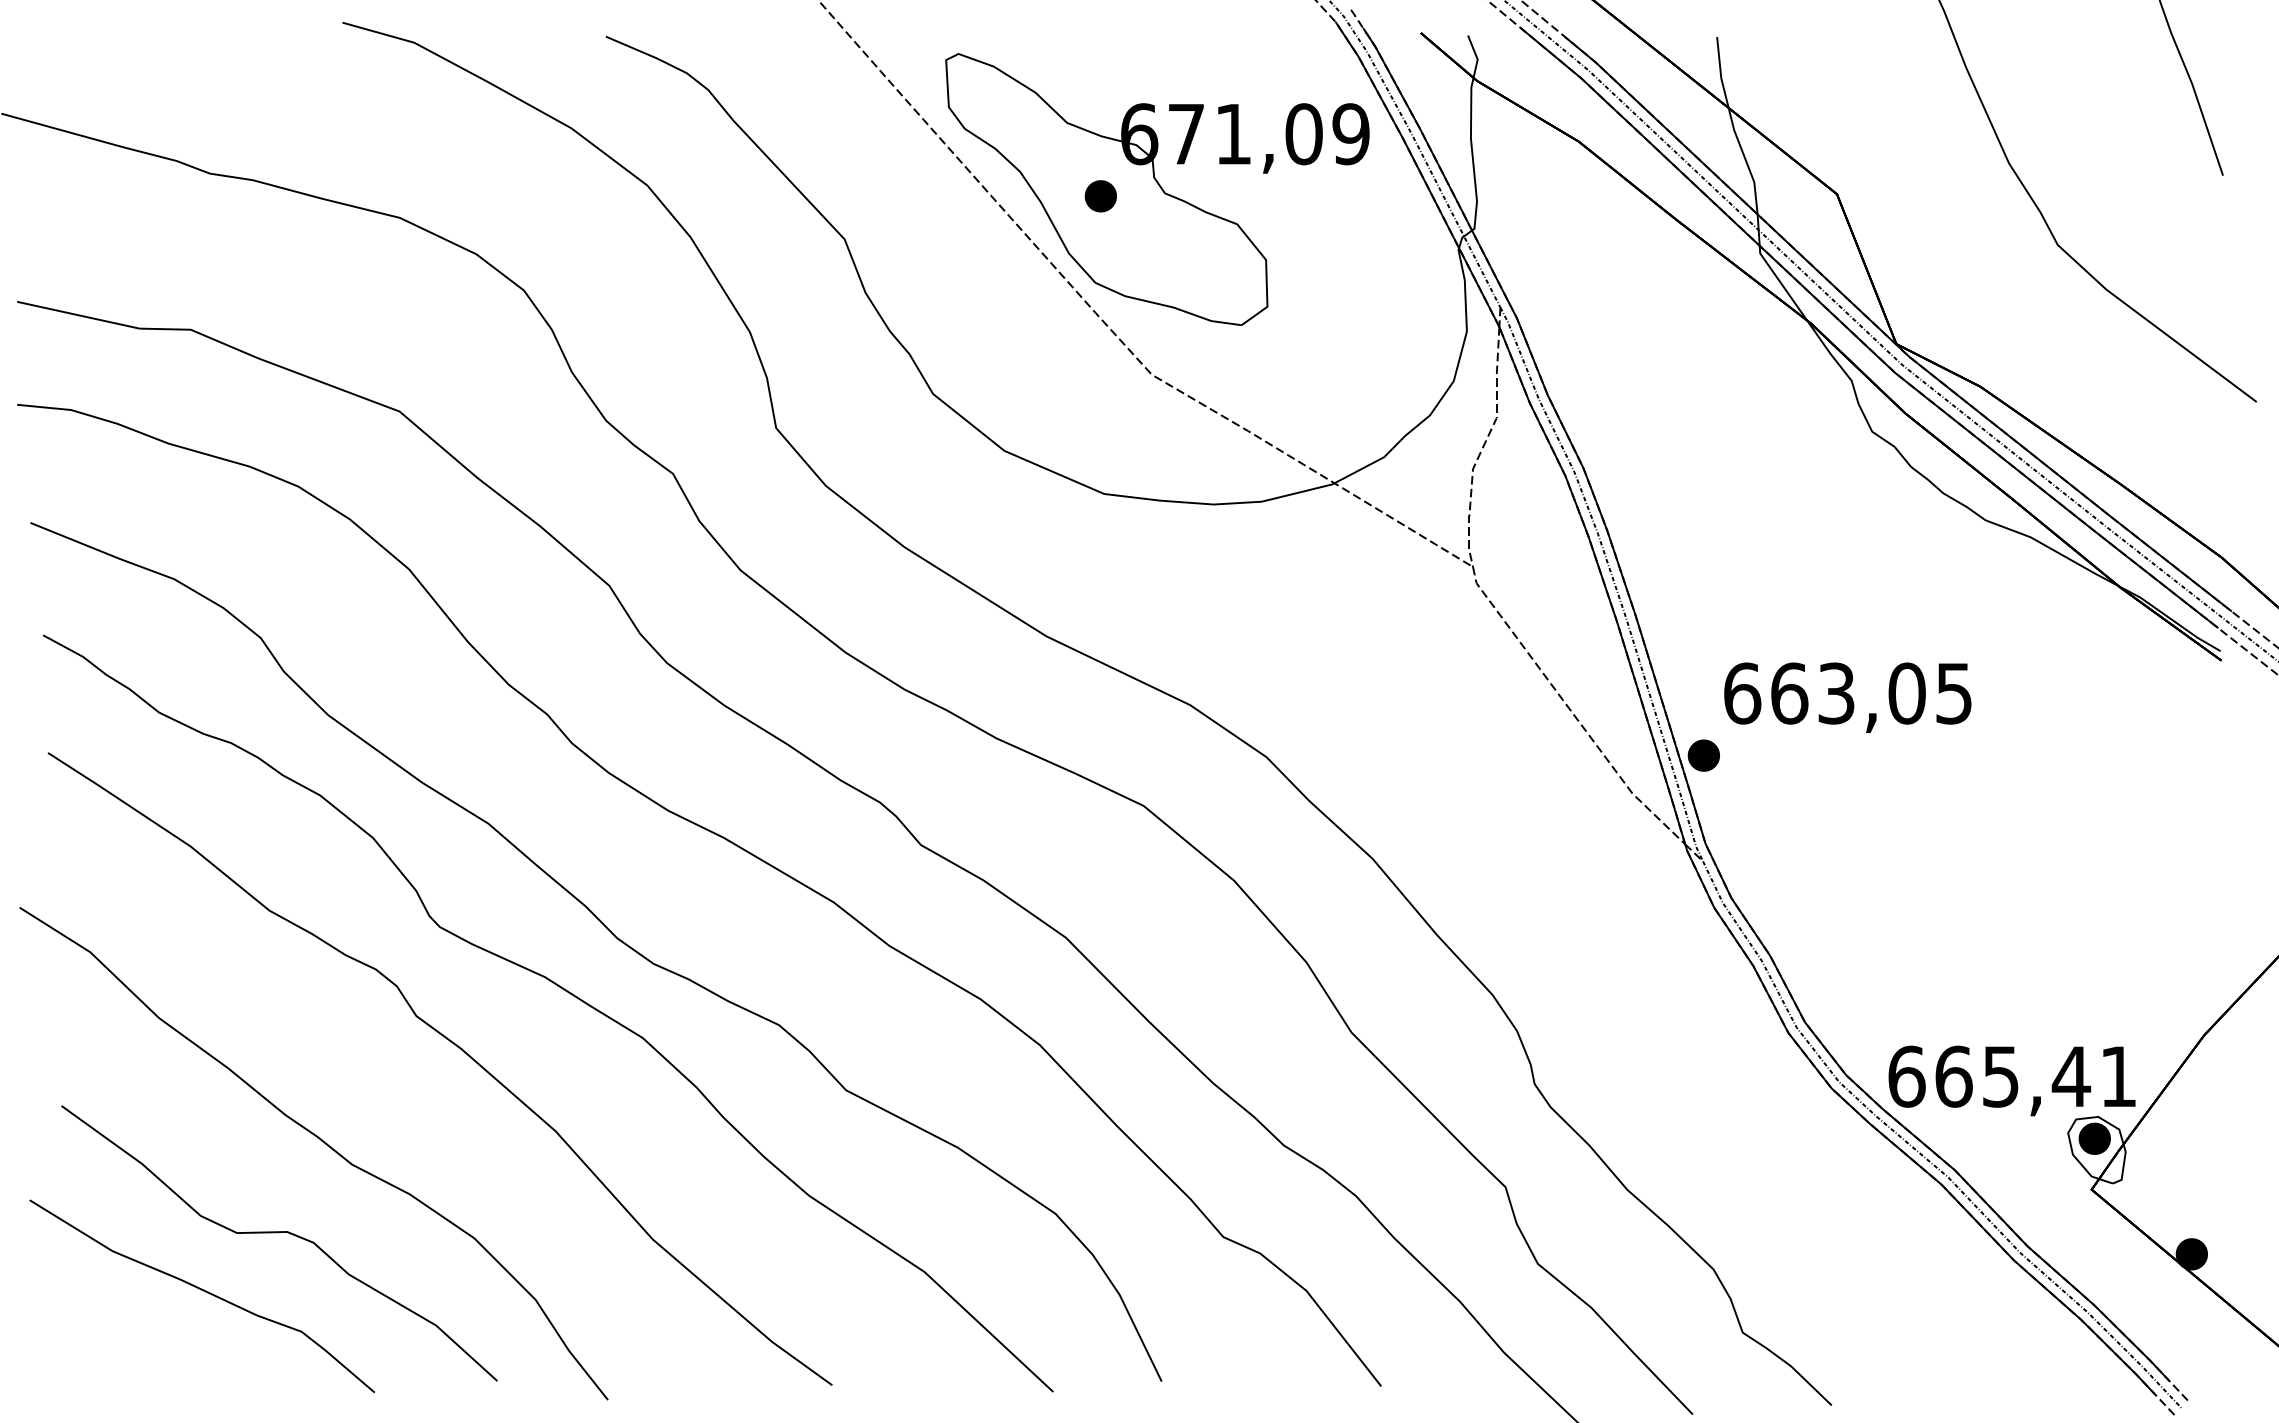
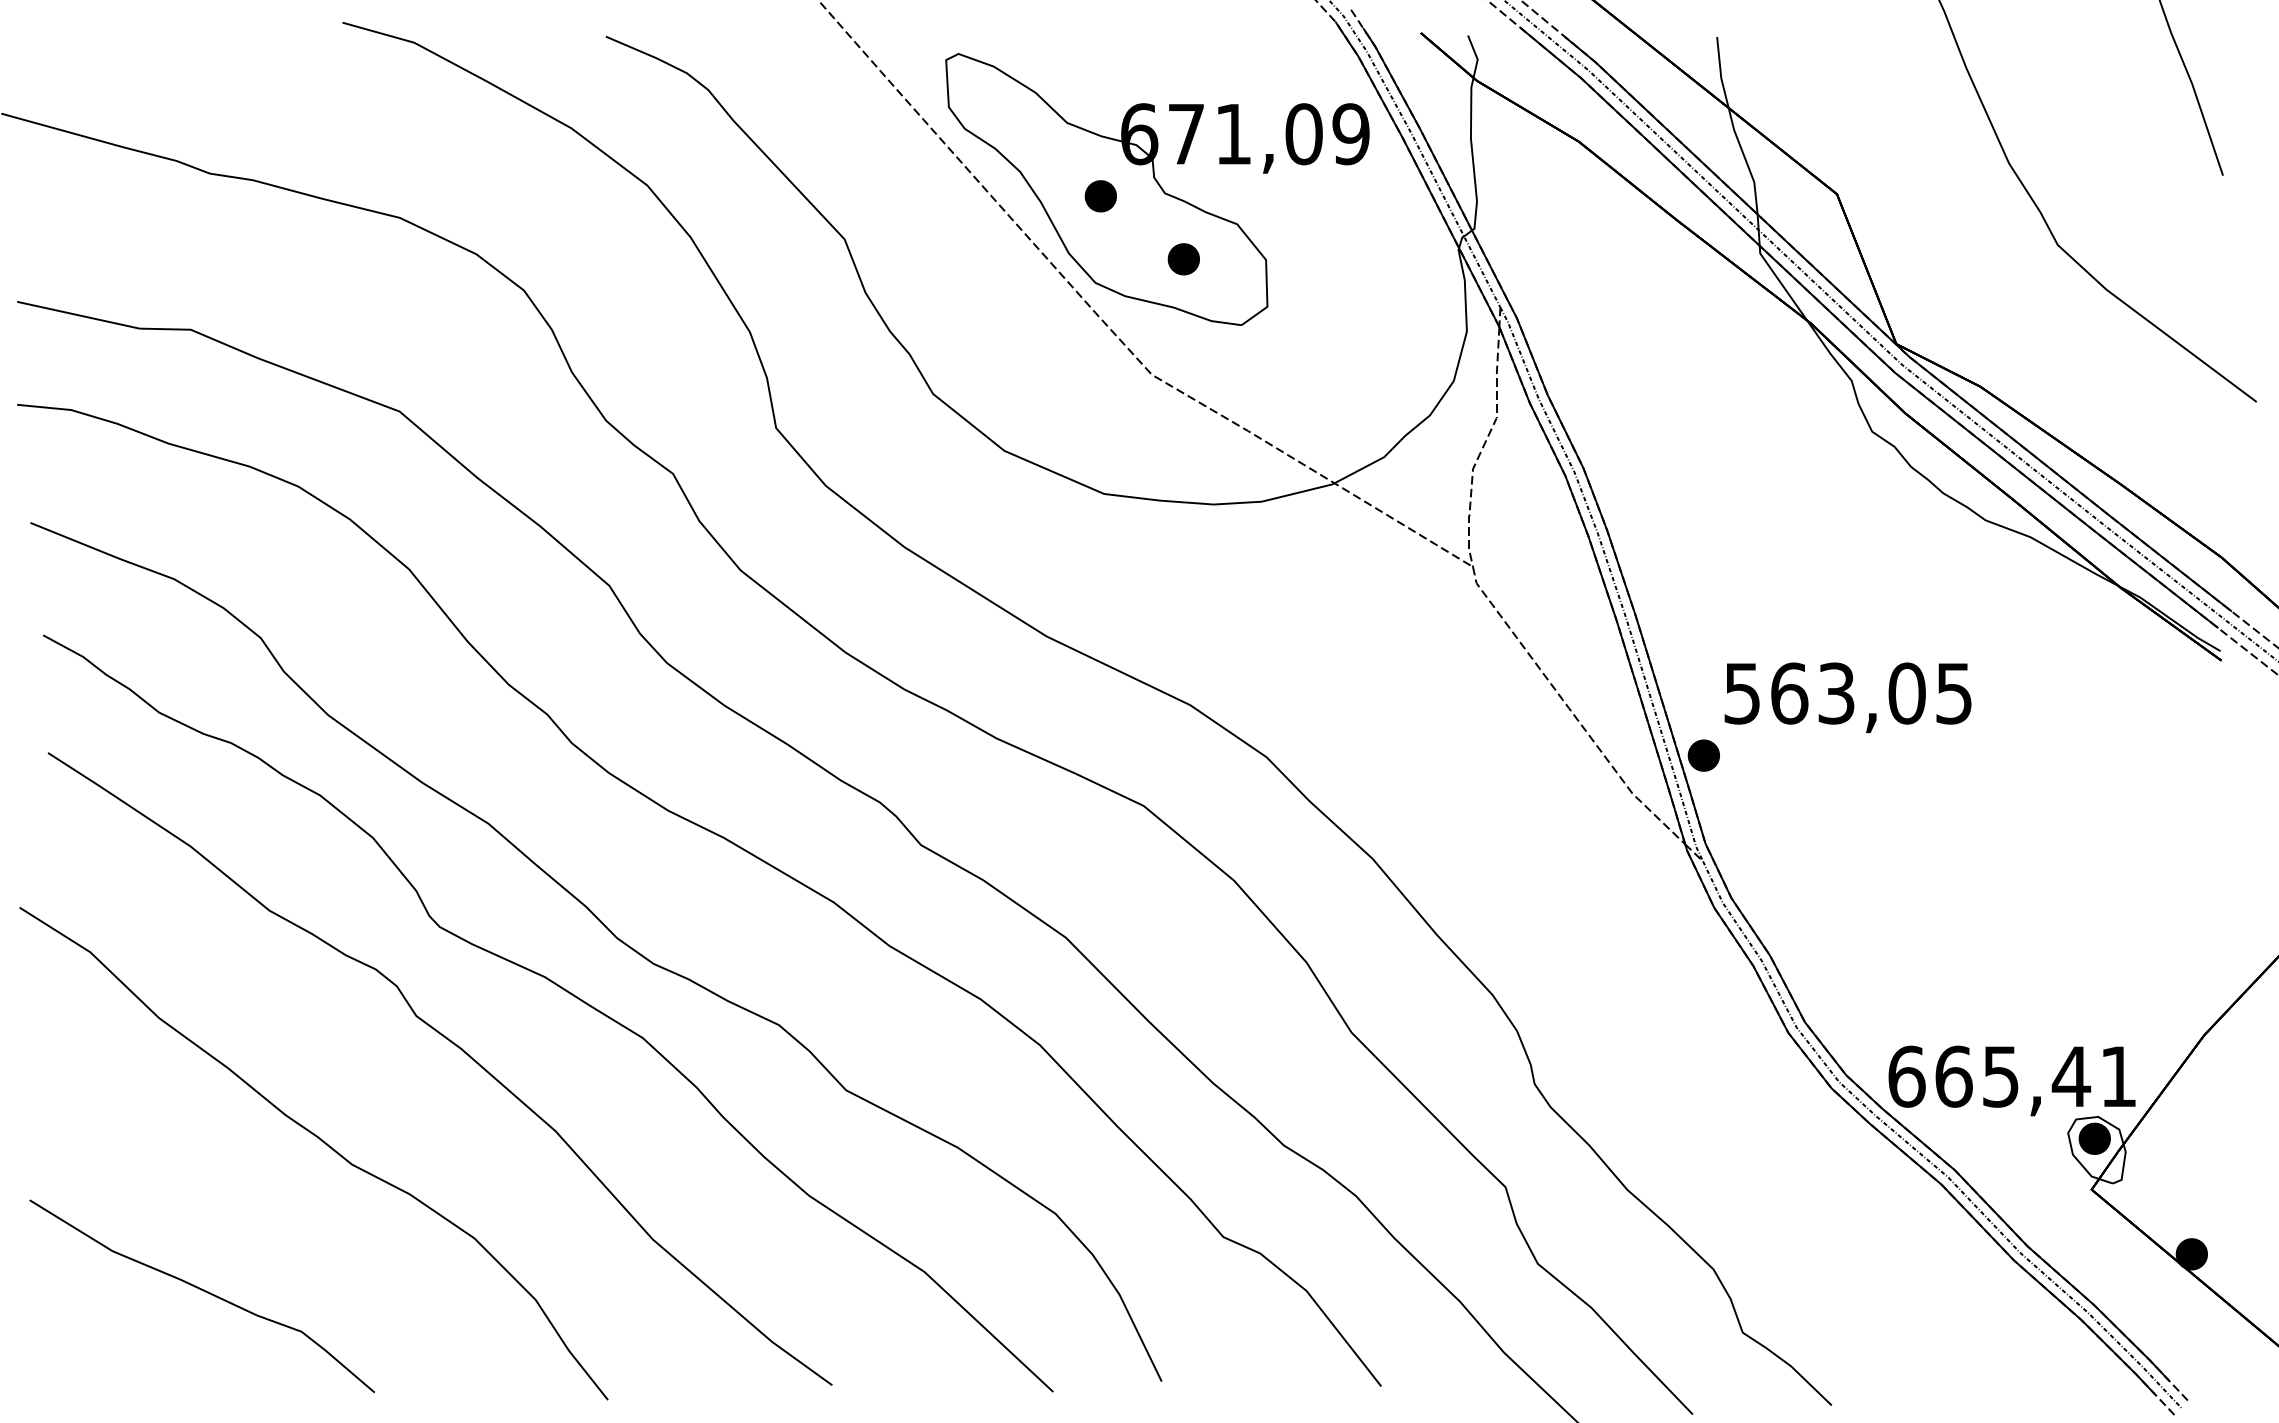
part at (1183, 259): none -> present
text at (1742, 693): 663,05 -> 563,05
part at (278, 1233): present -> none
